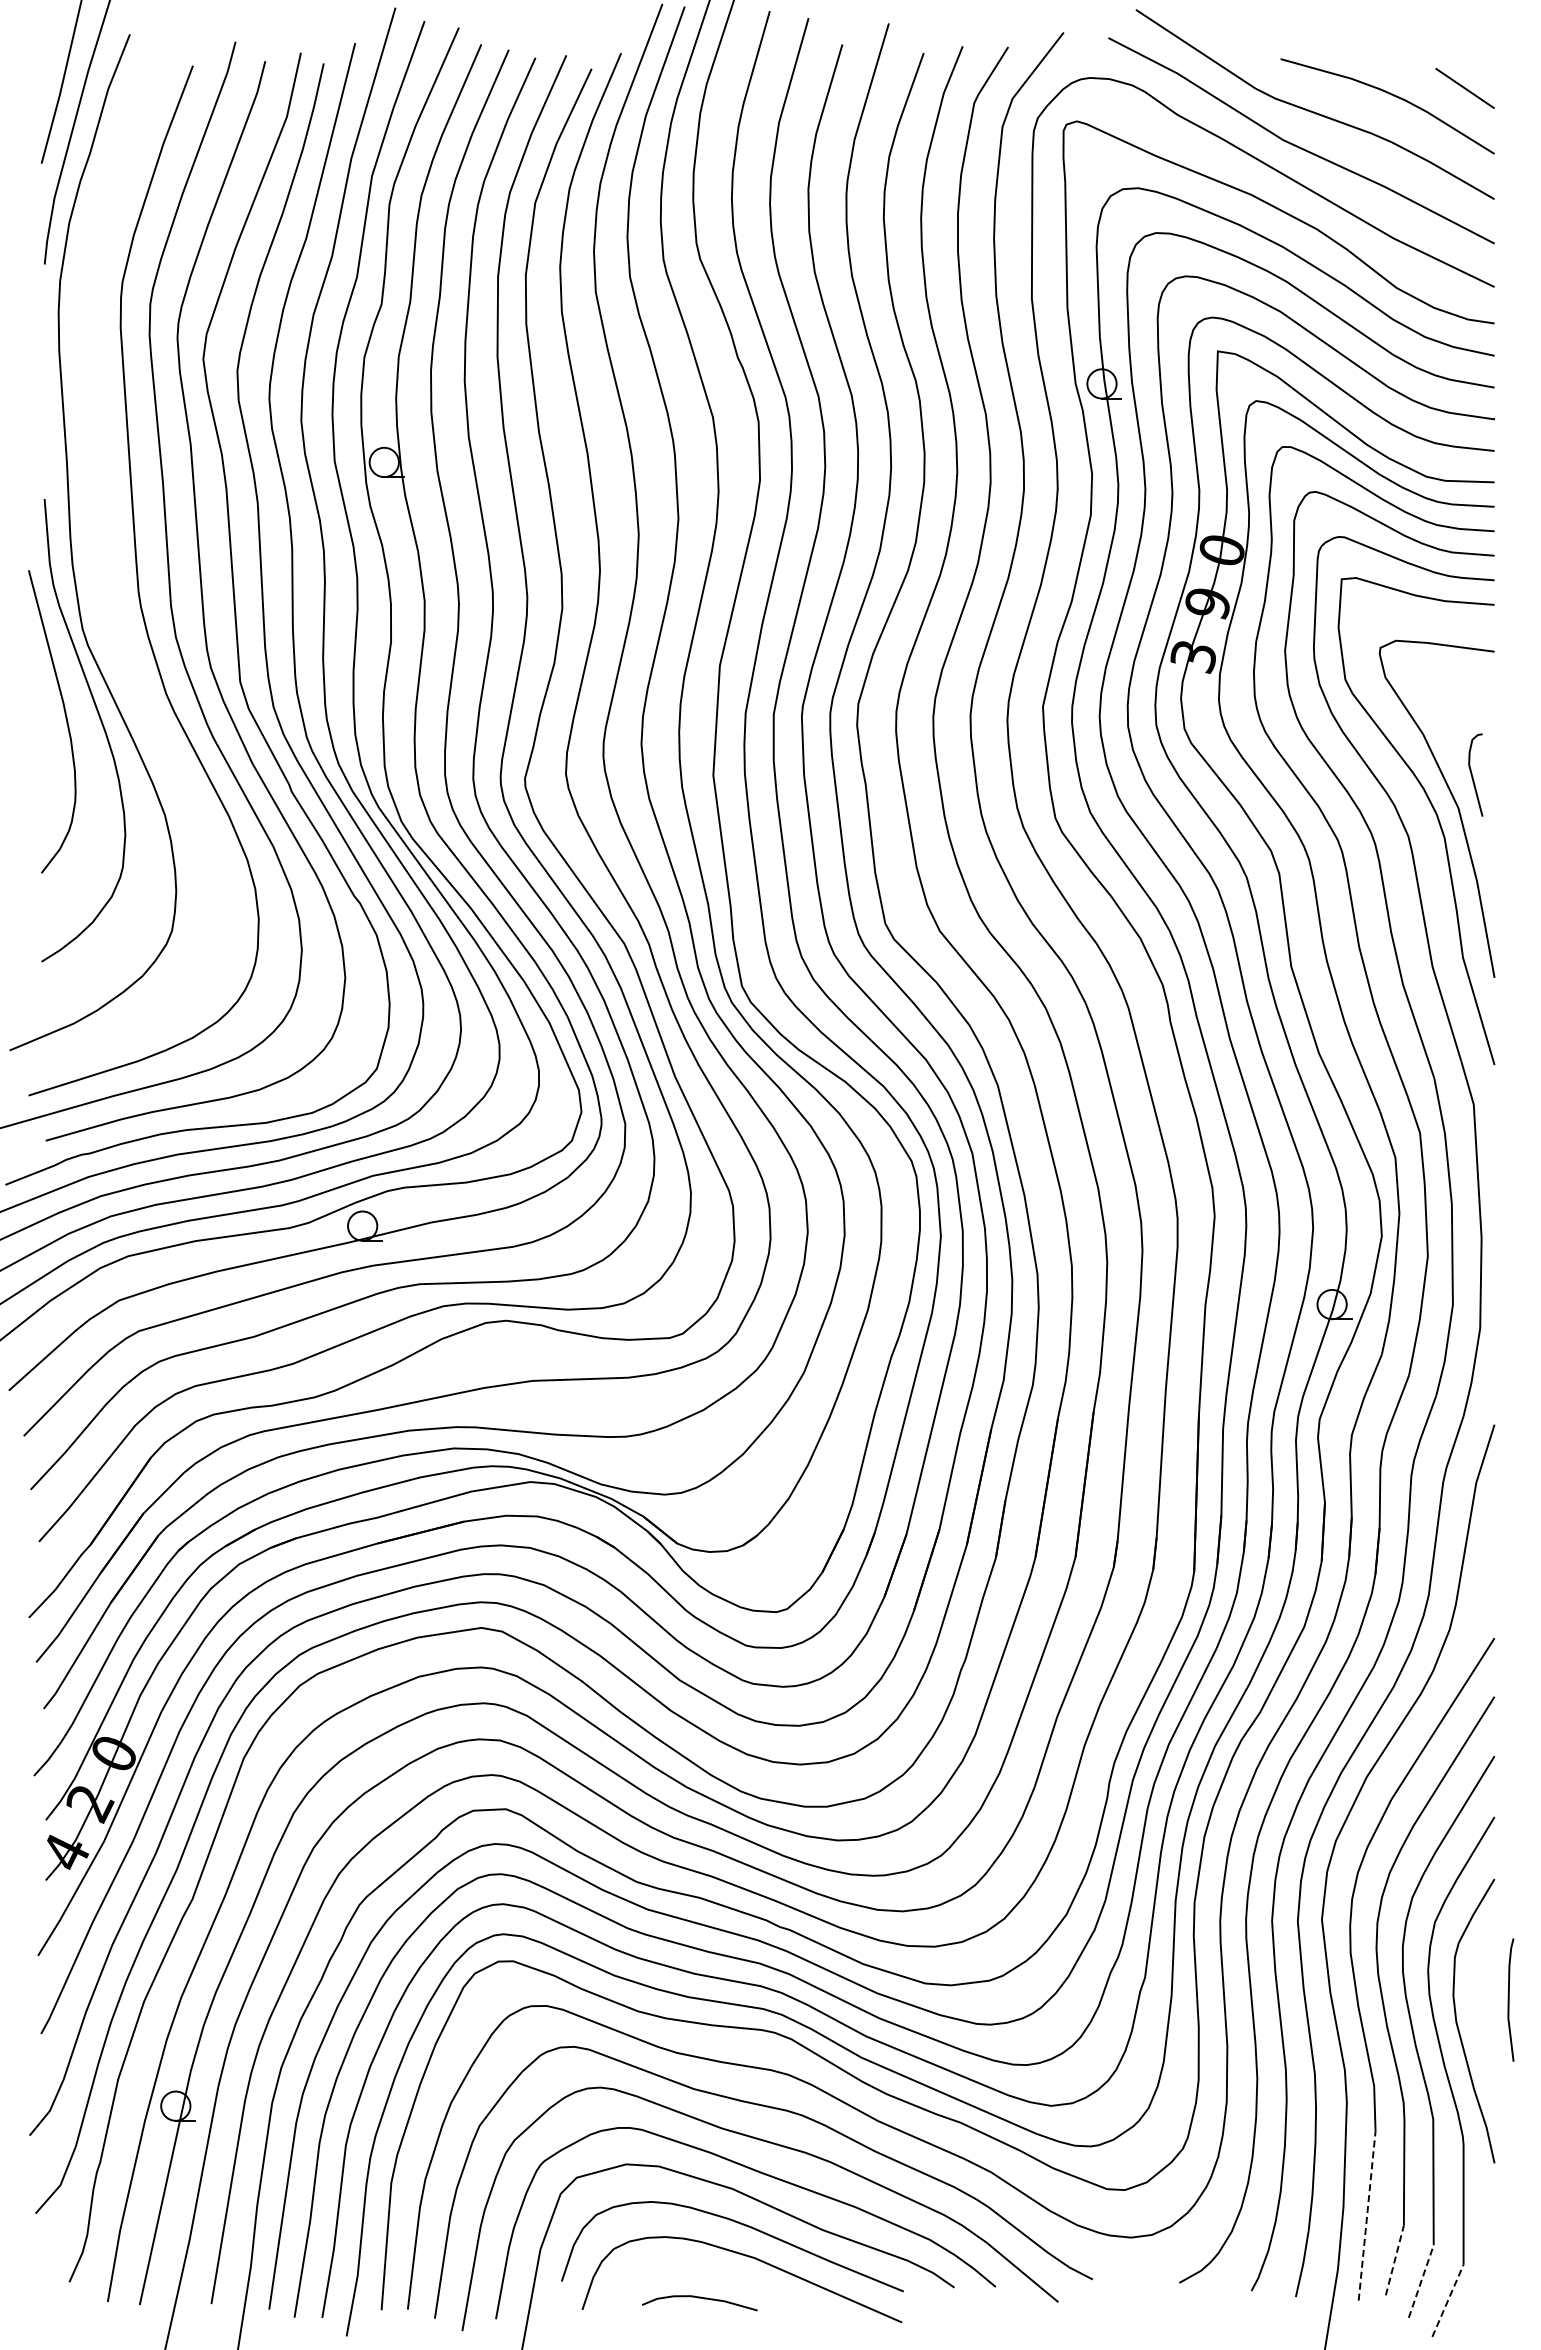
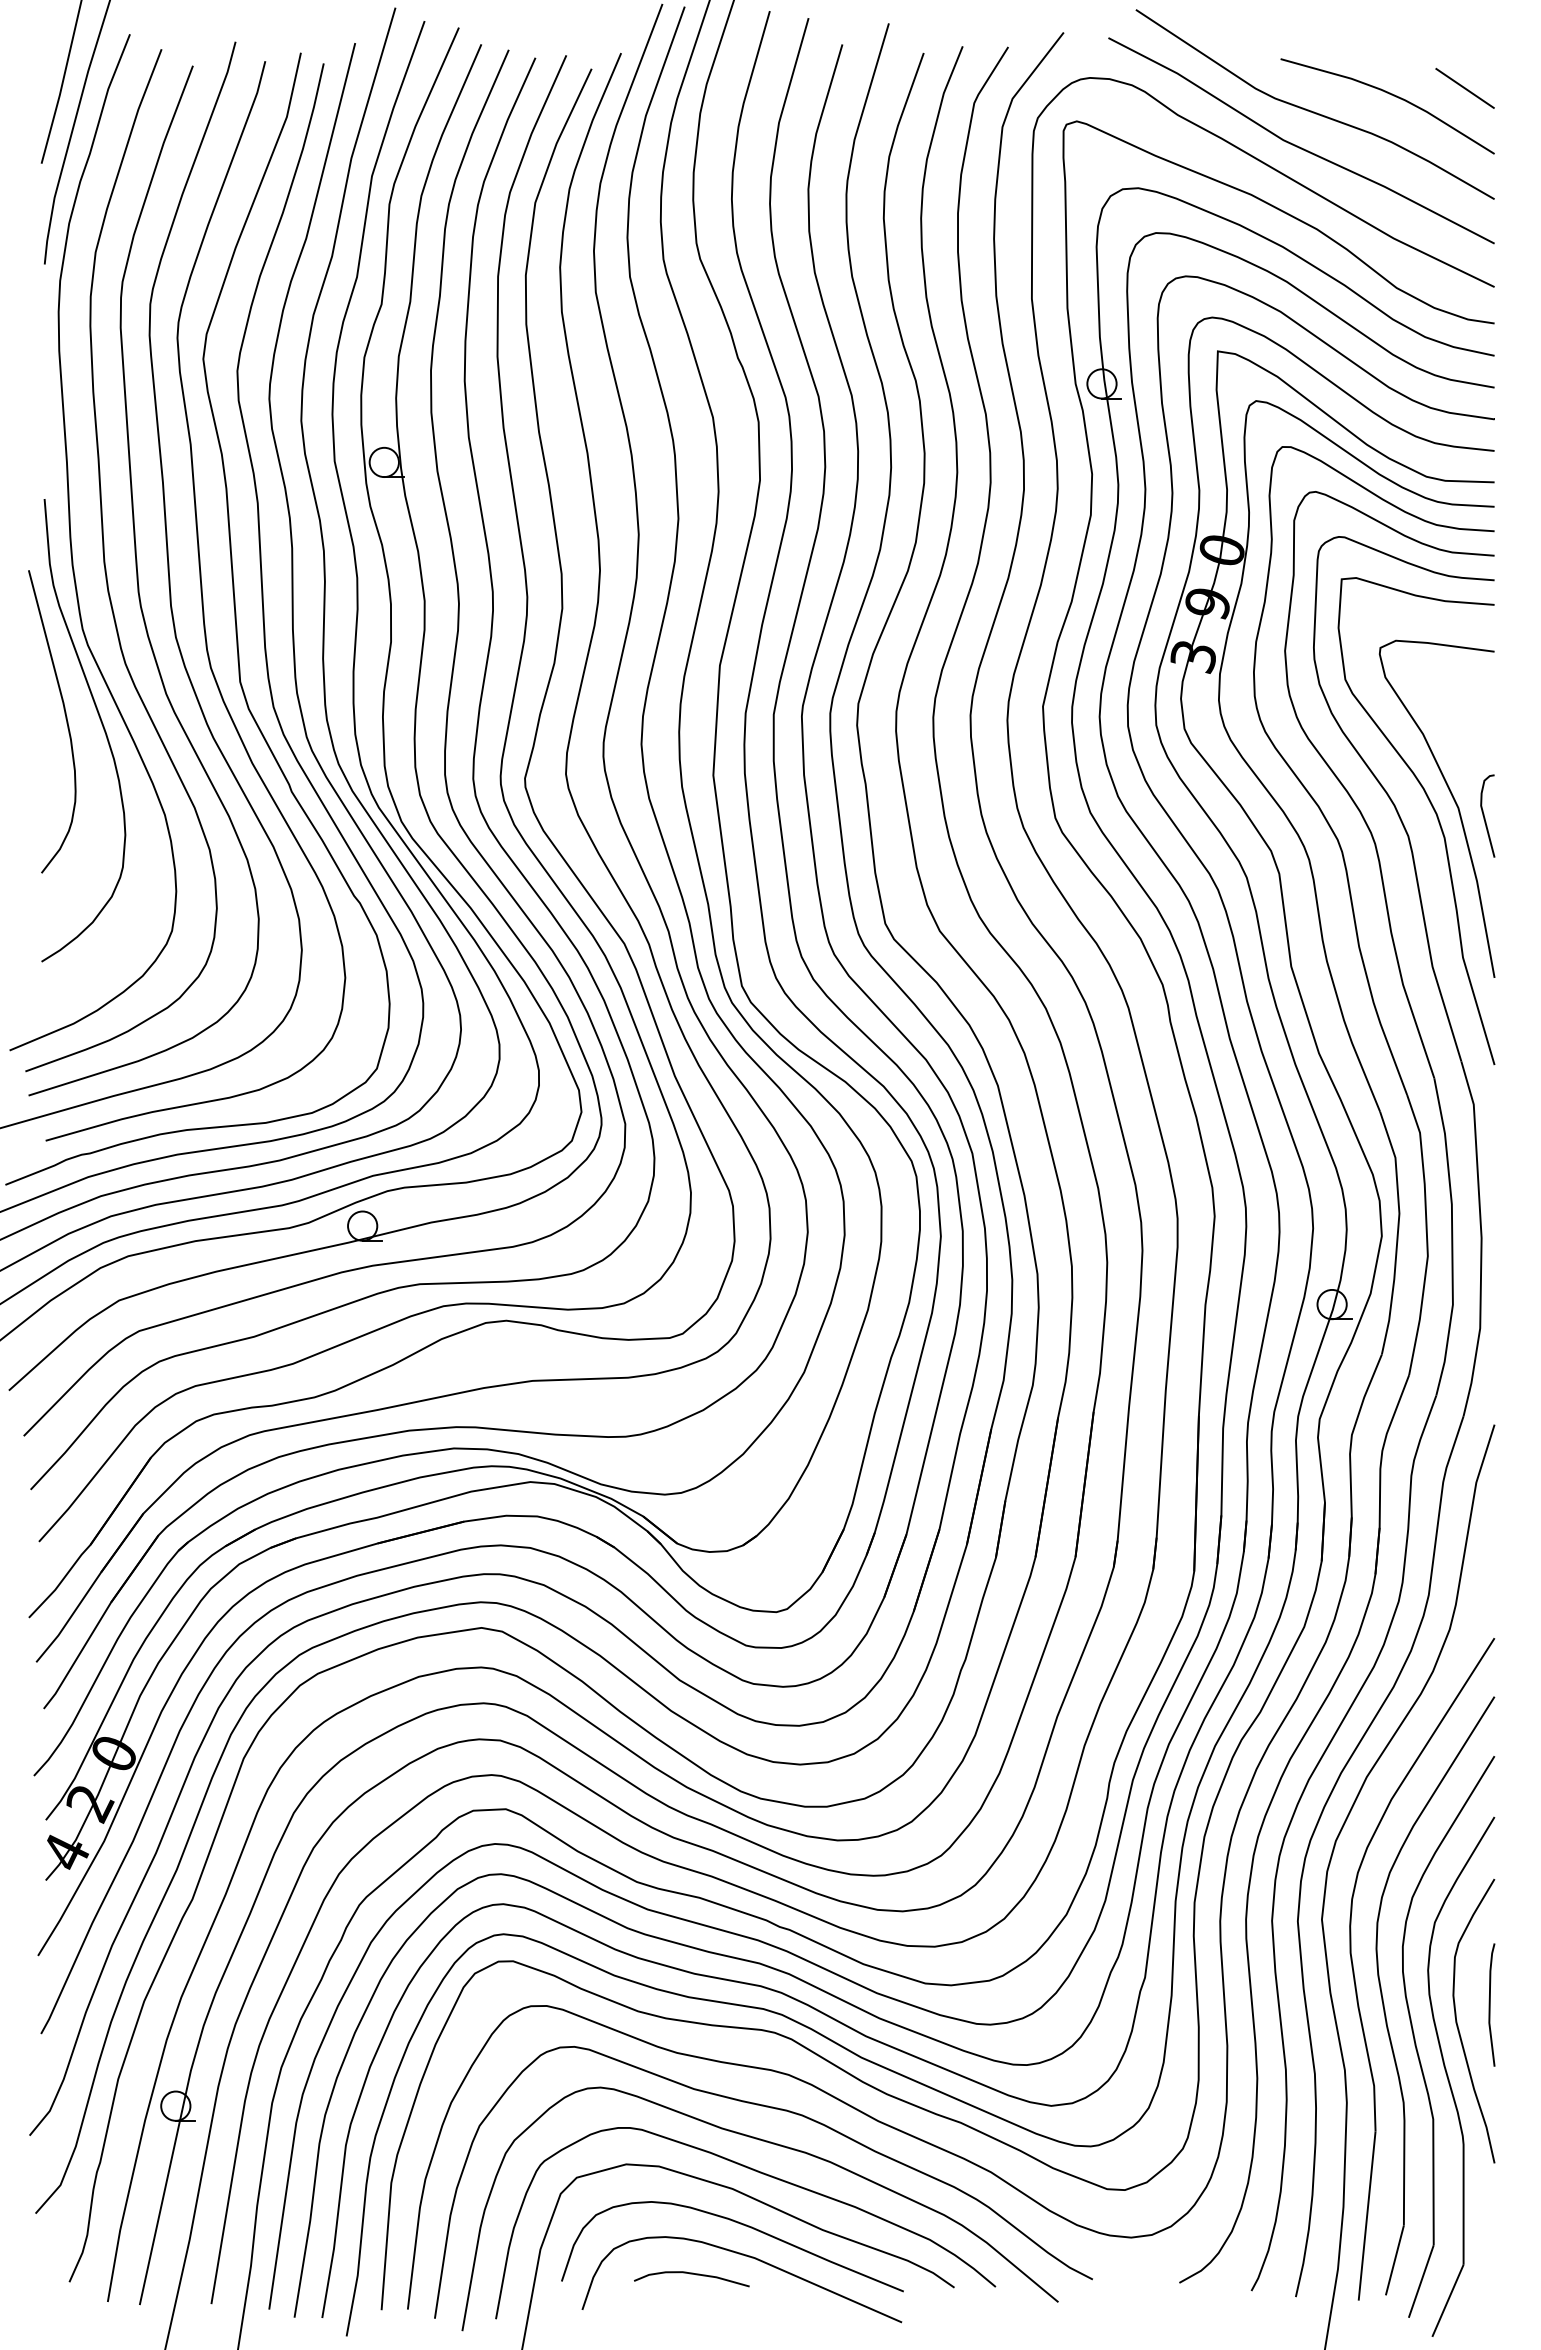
curve at (105, 560): none -> present
curve at (1473, 776) position: (1473, 776) -> (1485, 817)
line at (1509, 1999) position: (1509, 1999) -> (1490, 2004)
line at (1367, 2215): dashed -> solid
line at (1394, 2259): dashed -> solid
line at (1421, 2281): dashed -> solid
curve at (699, 2298) position: (699, 2298) -> (691, 2274)
line at (1448, 2300): dashed -> solid
